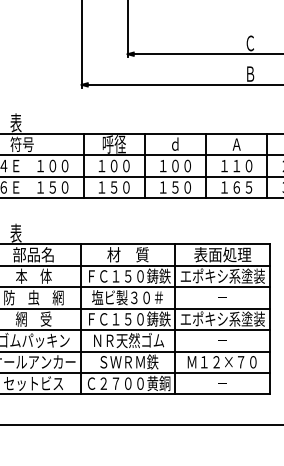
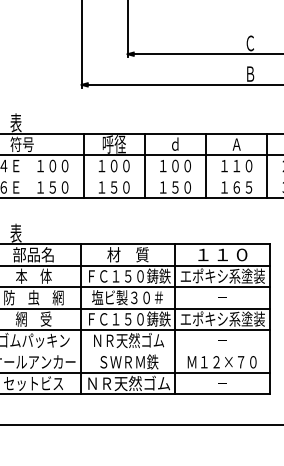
line at (141, 176): present -> none
text at (222, 254): 表面処理 -> １１０
line at (135, 351): present -> none
text at (128, 383): Ｃ２７００黄銅 -> ＮＲ天然ゴム
